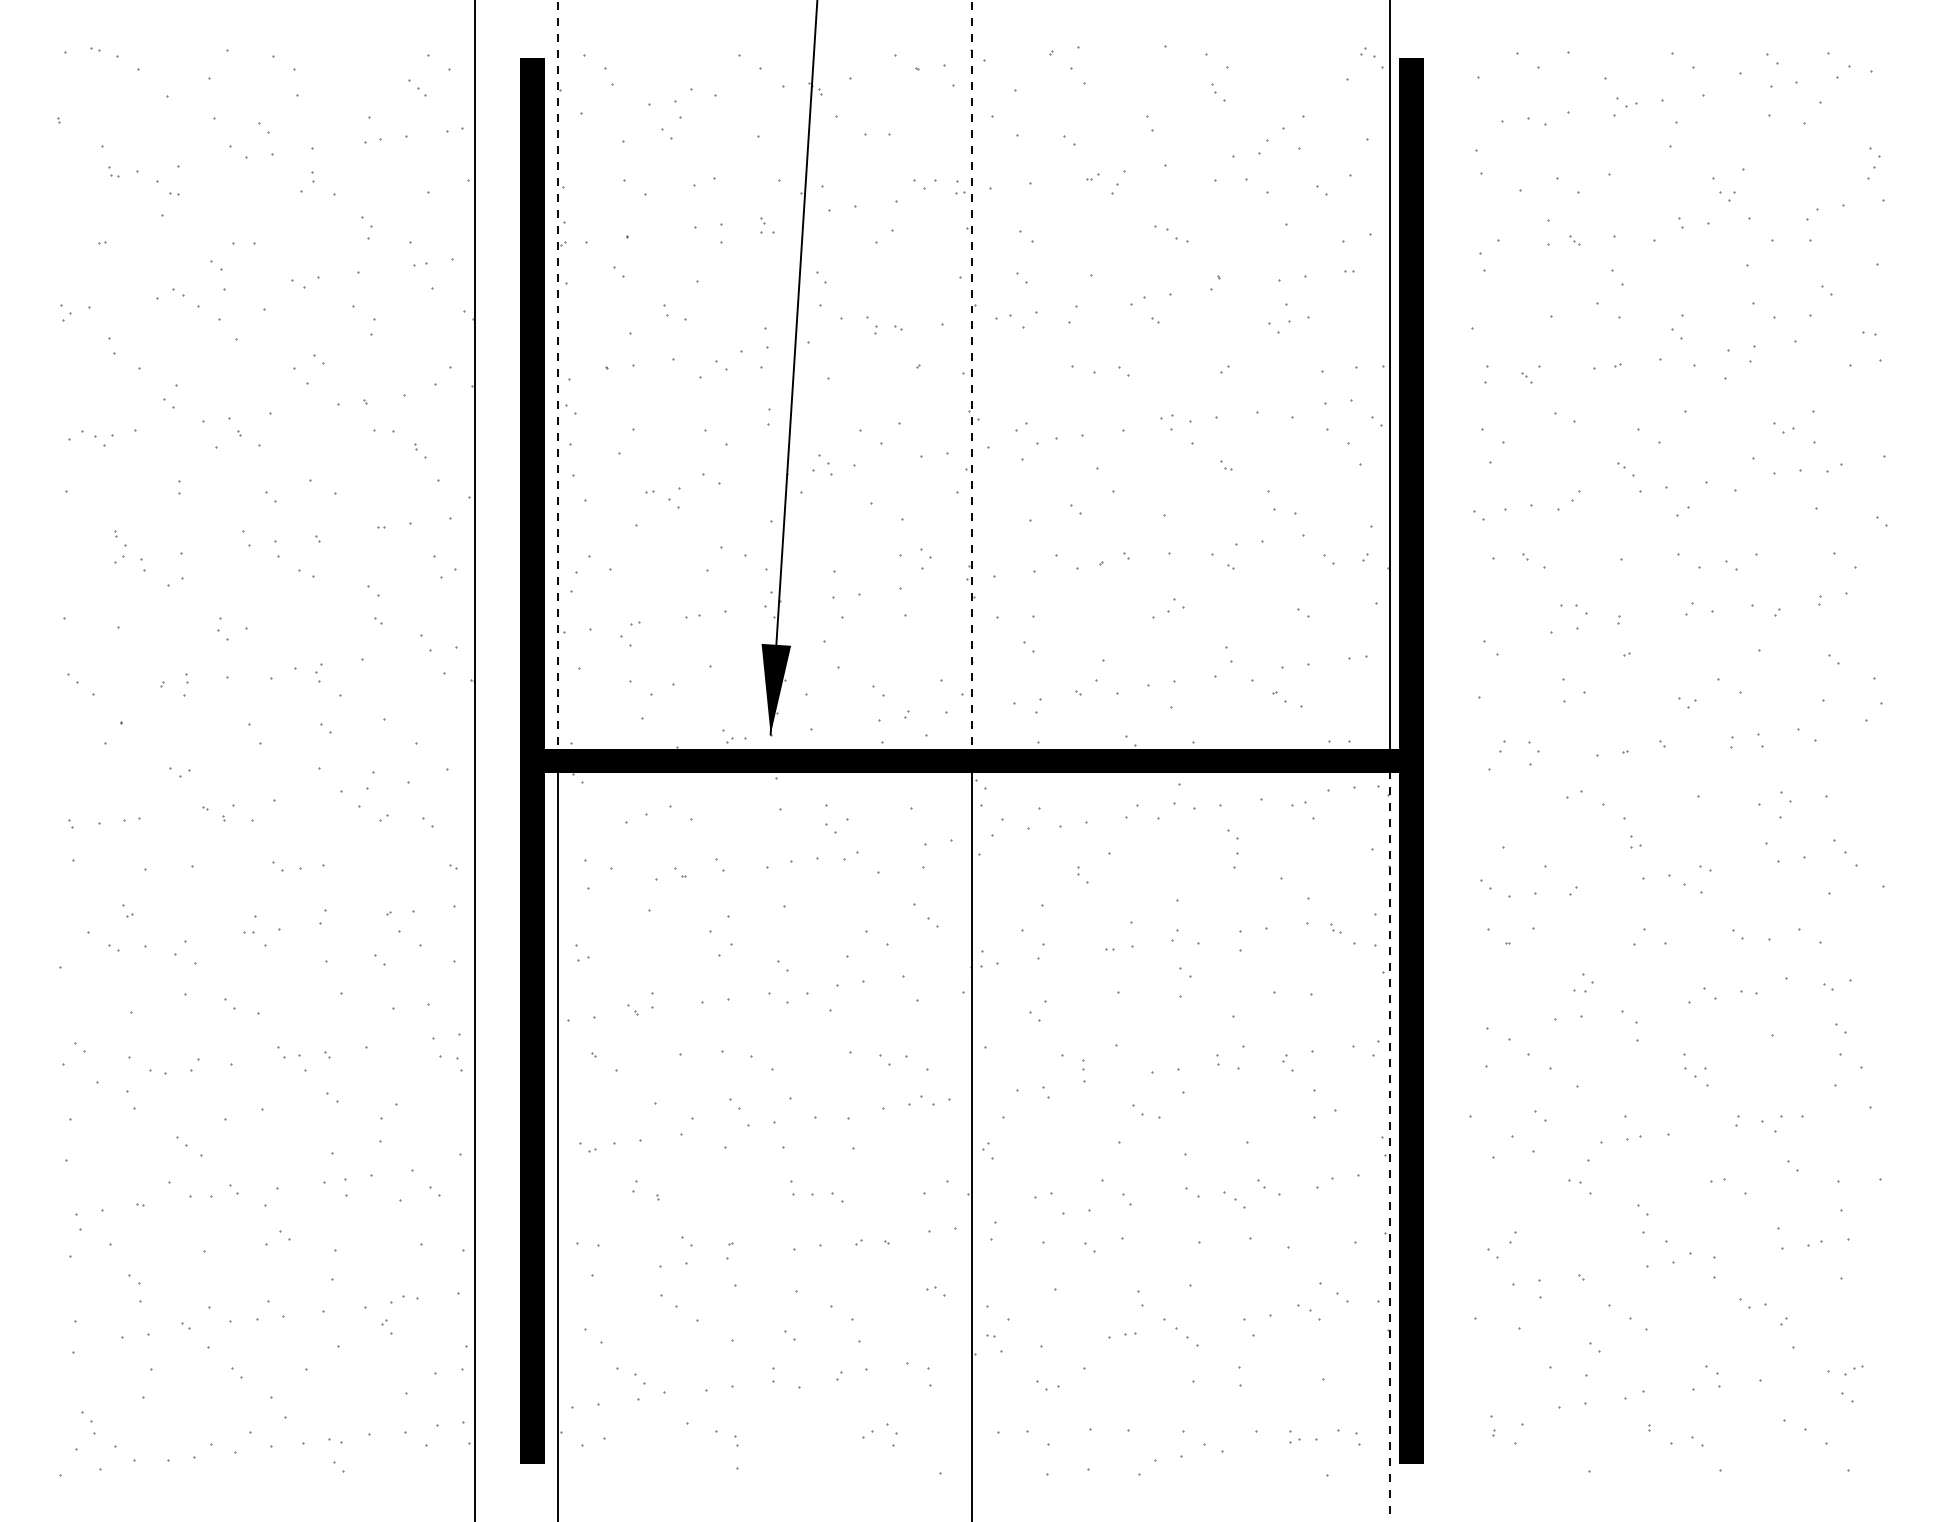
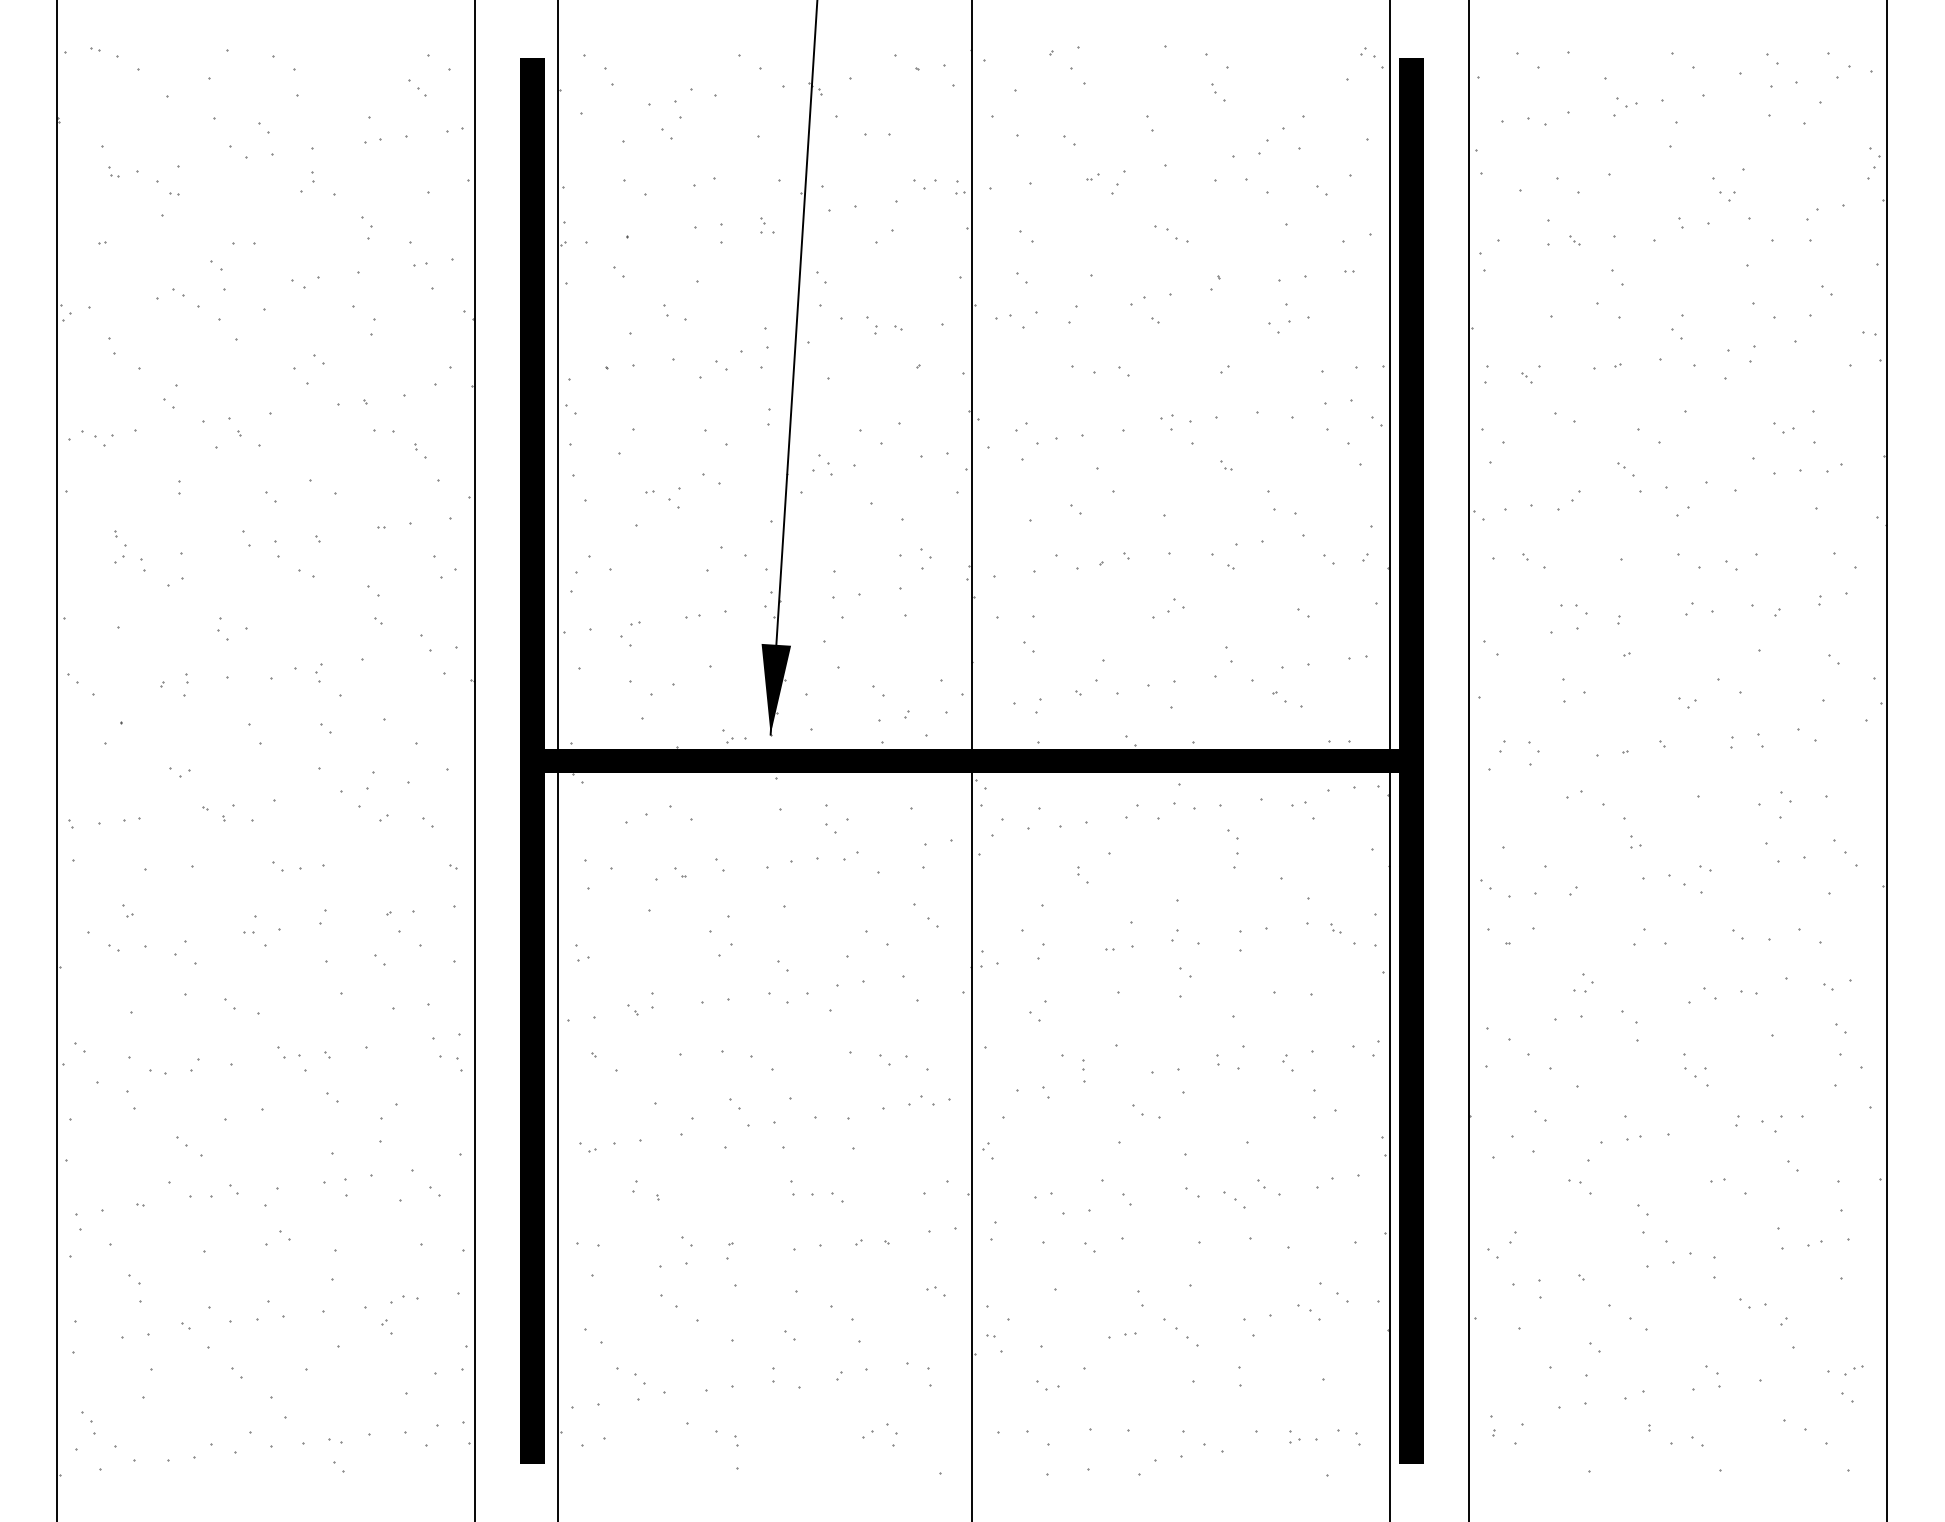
line at (557, 380): dashed -> solid
line at (971, 380): dashed -> solid
line at (57, 760): none -> present
line at (1469, 760): none -> present
line at (1886, 760): none -> present
line at (1389, 1140): dashed -> solid
